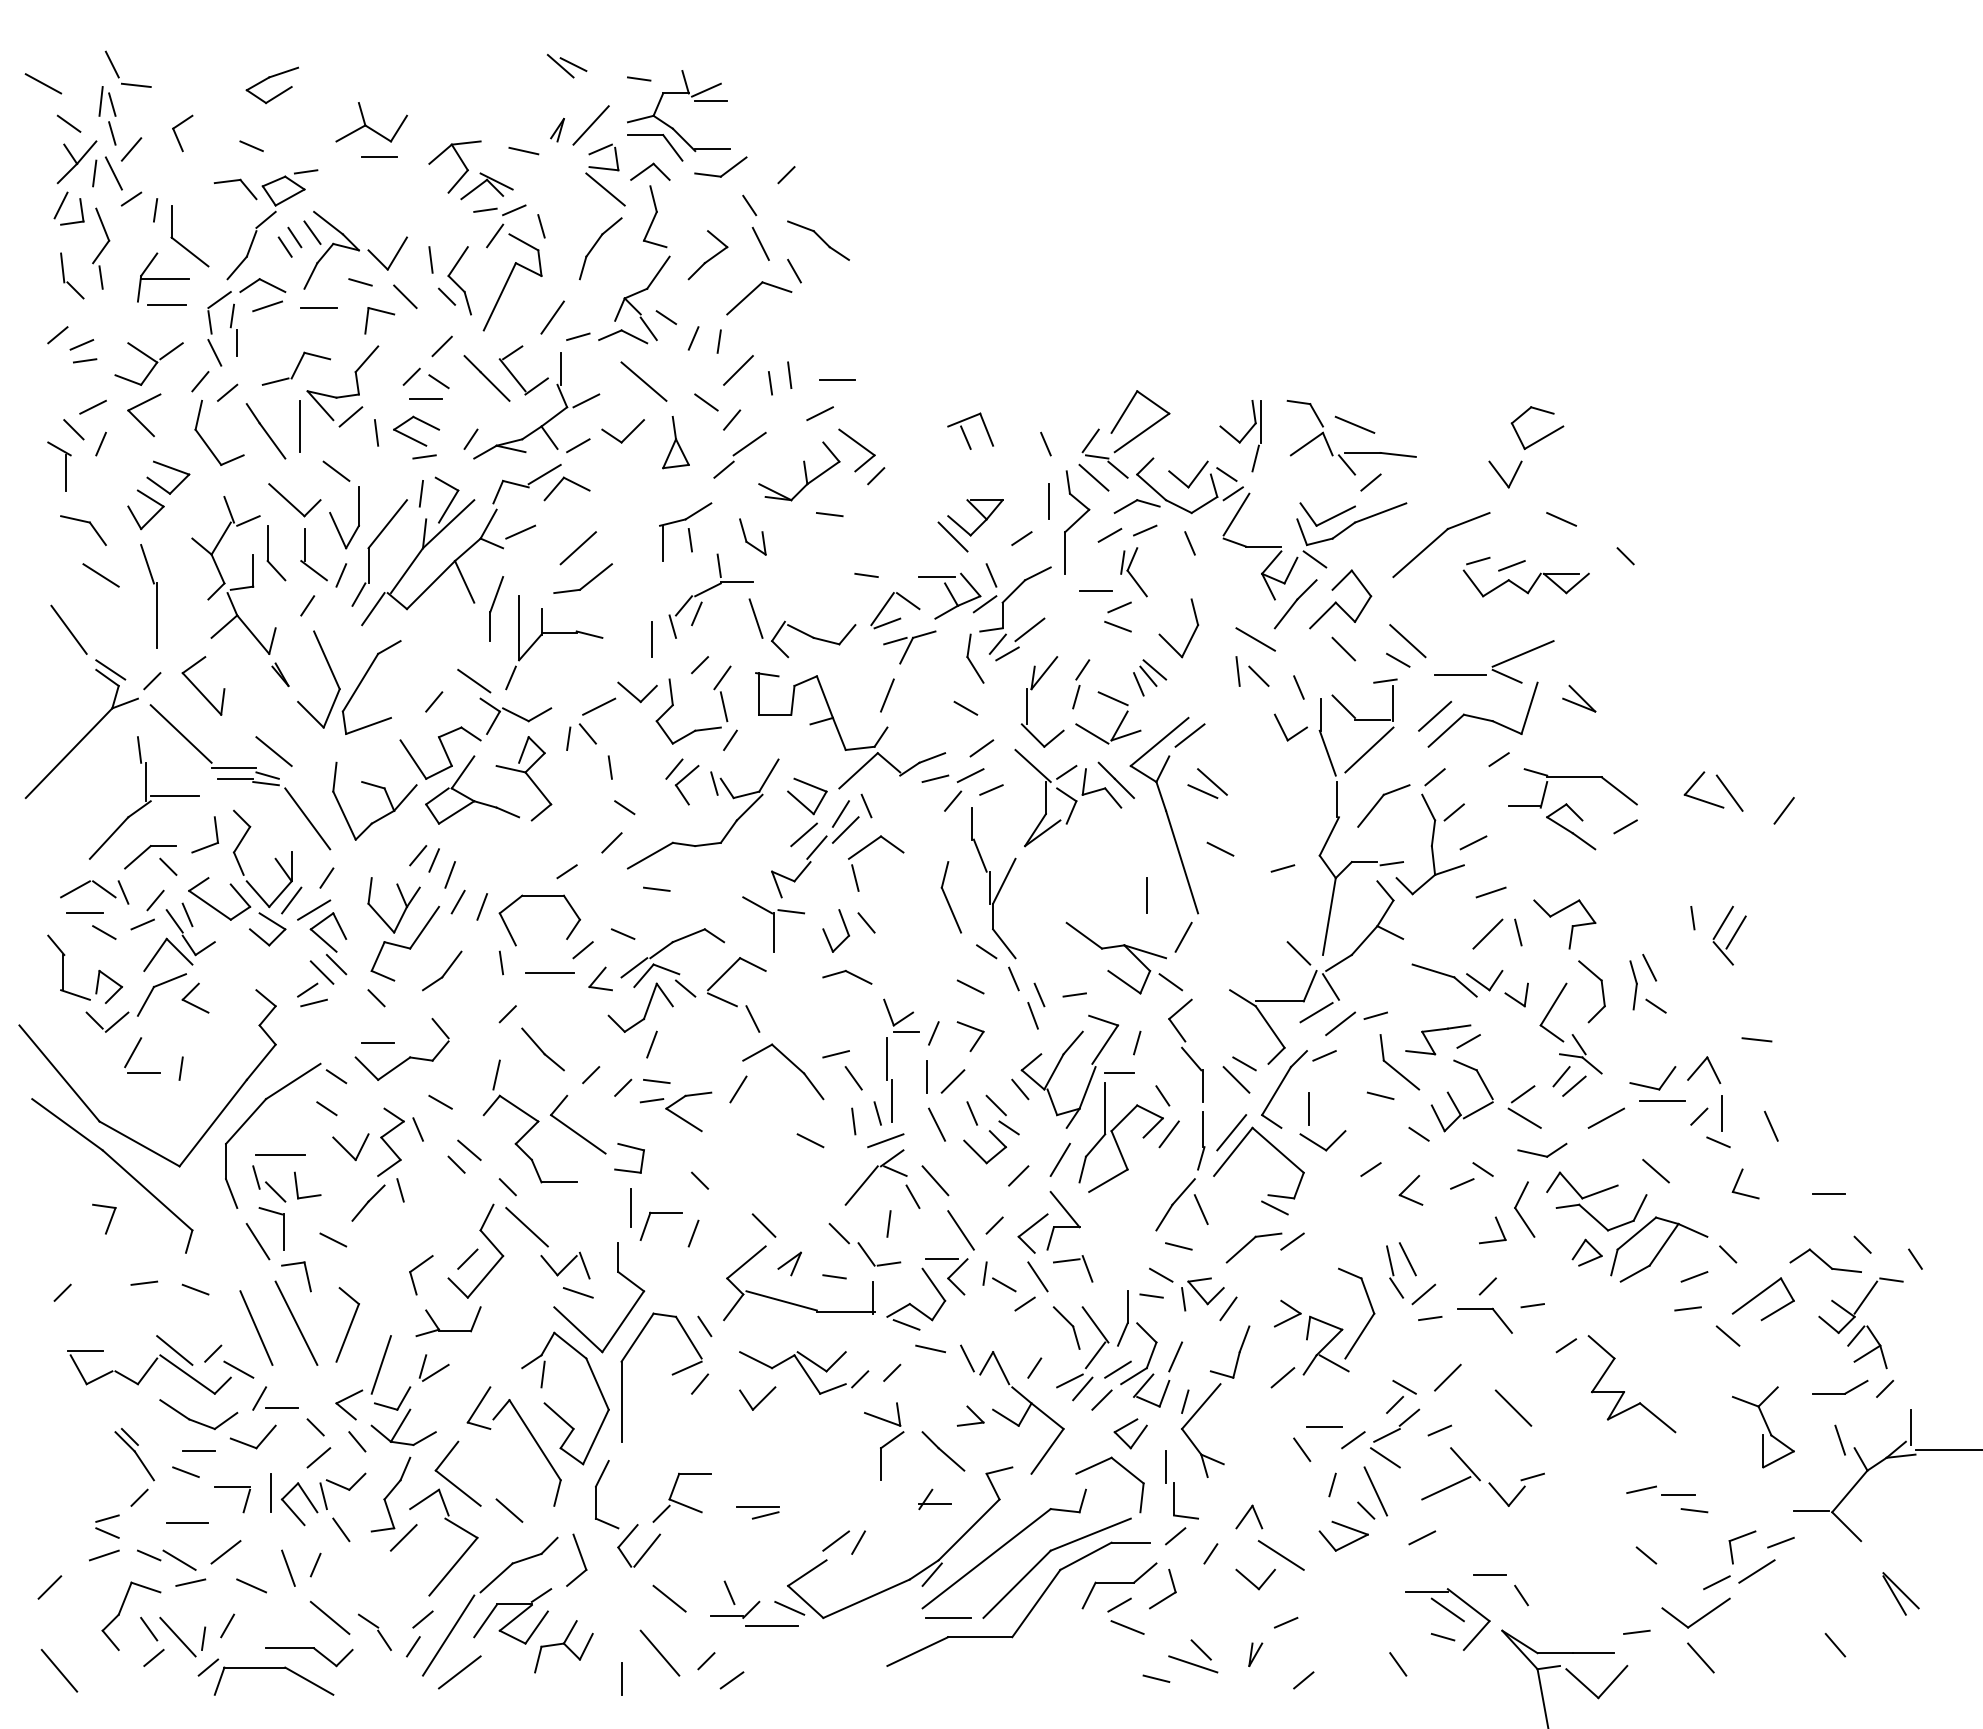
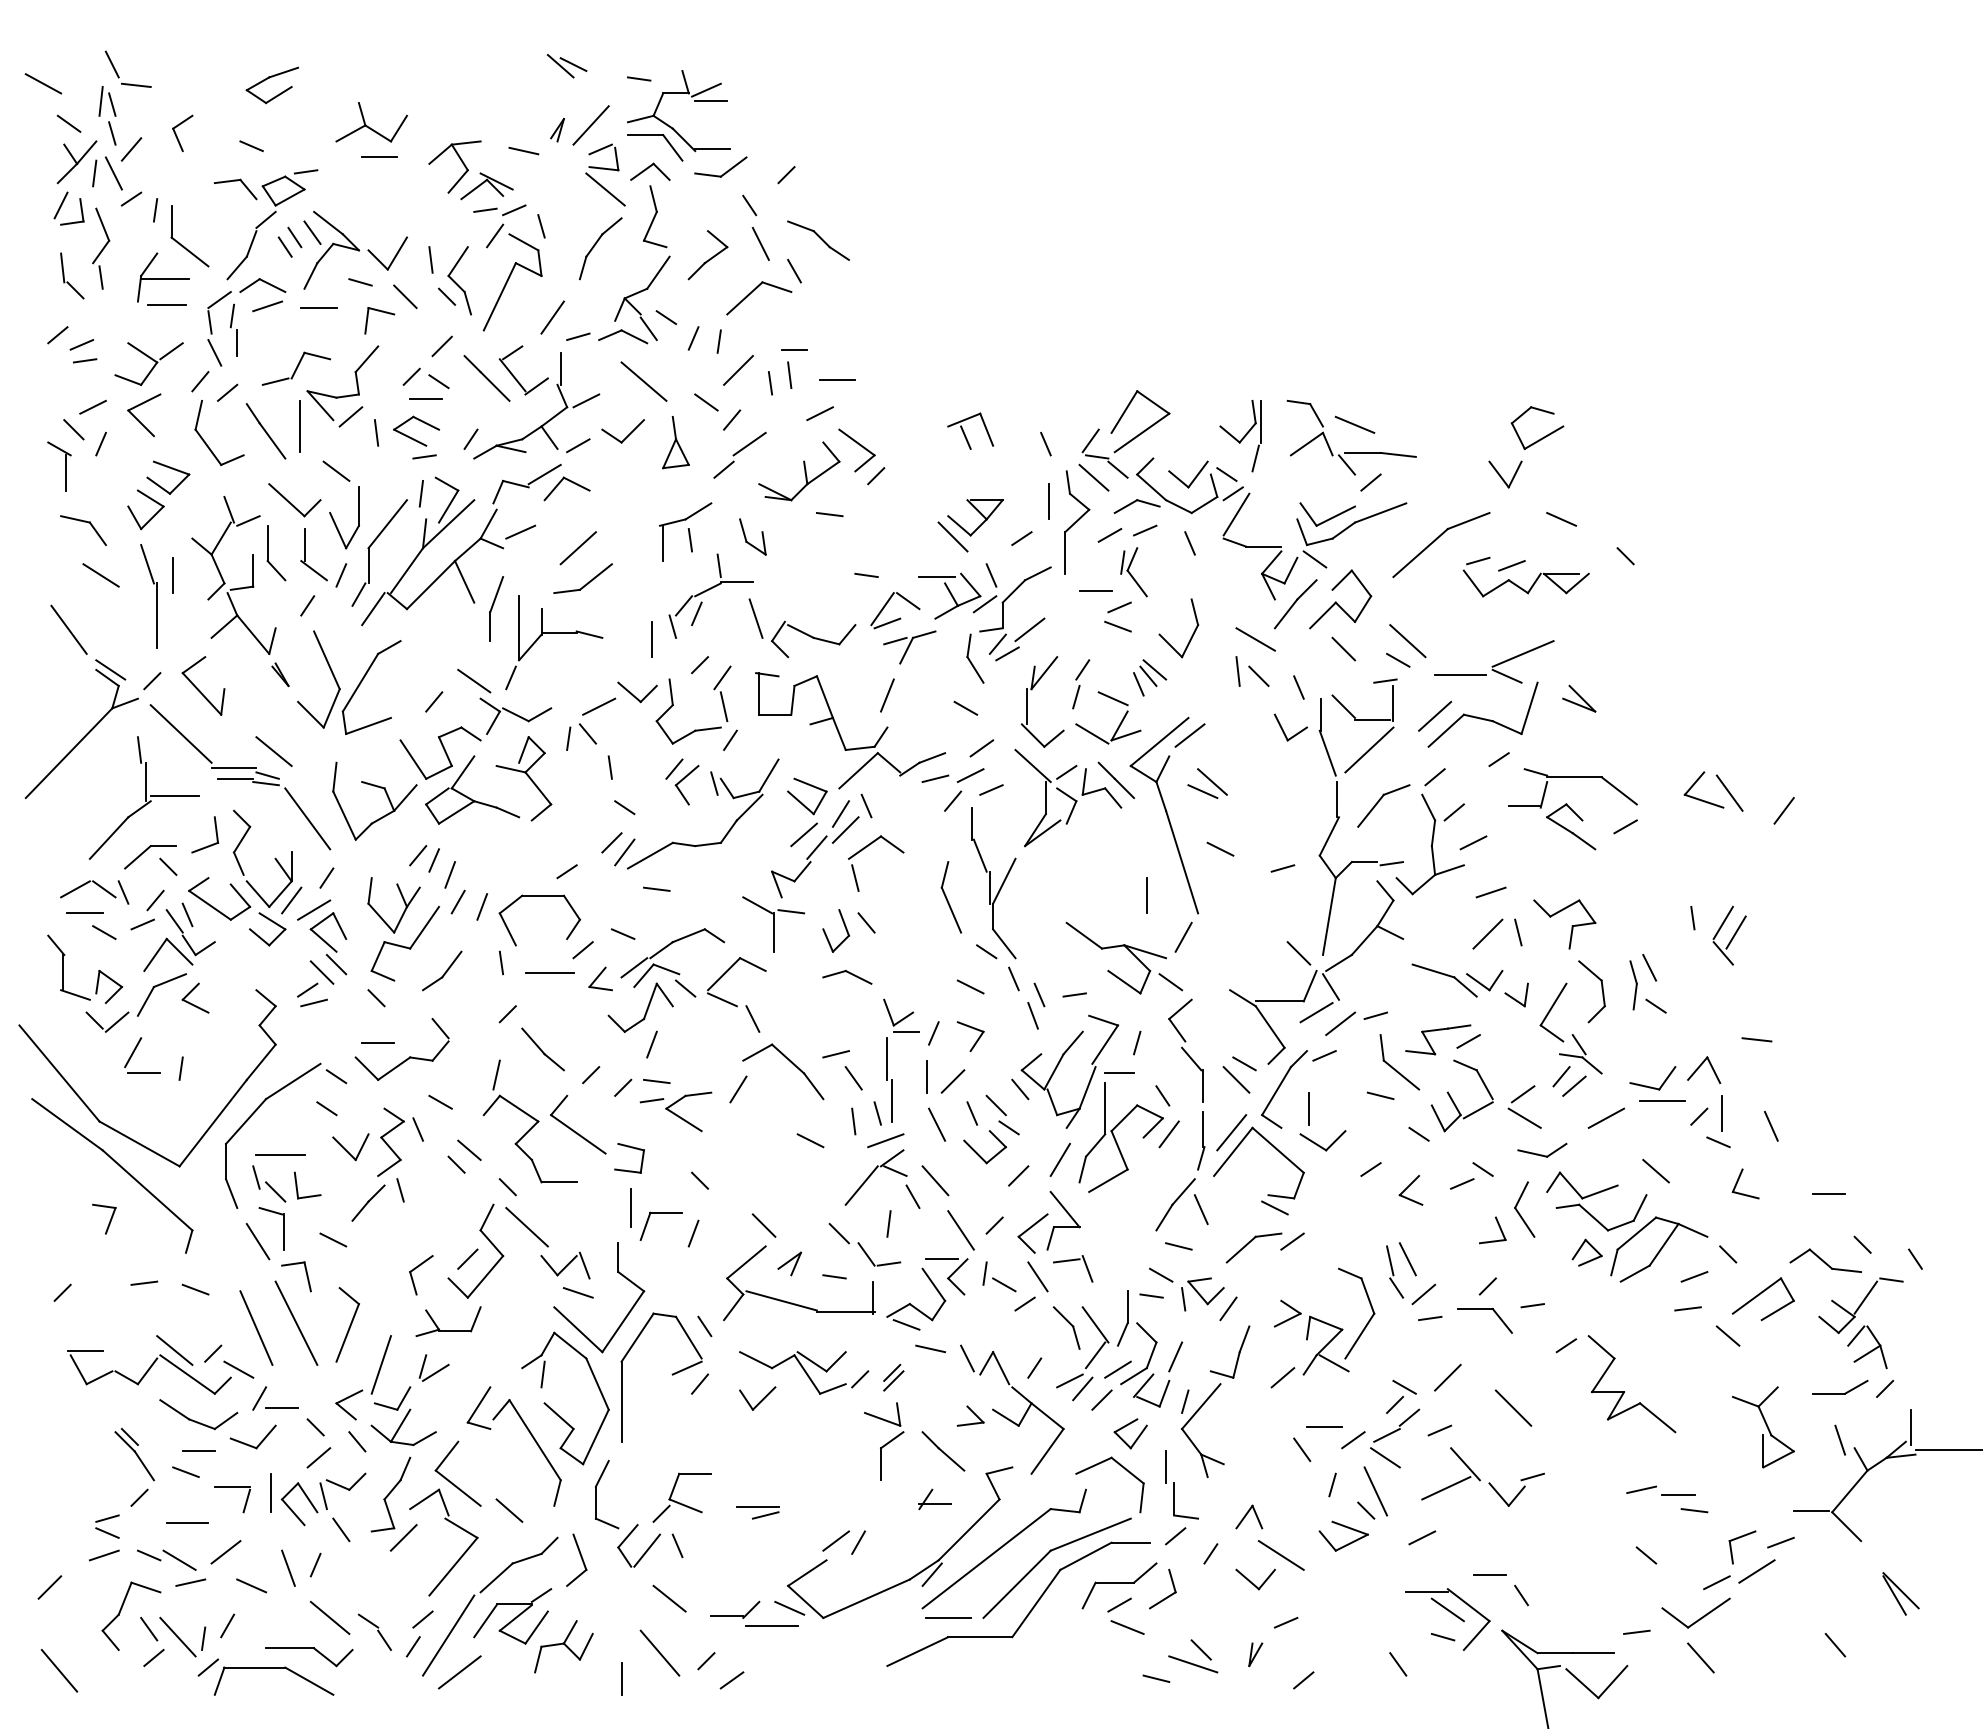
line at (794, 349): none -> present
line at (173, 575): none -> present
line at (624, 852): none -> present
line at (893, 1380): none -> present
line at (729, 1592) position: (729, 1592) -> (677, 1545)
